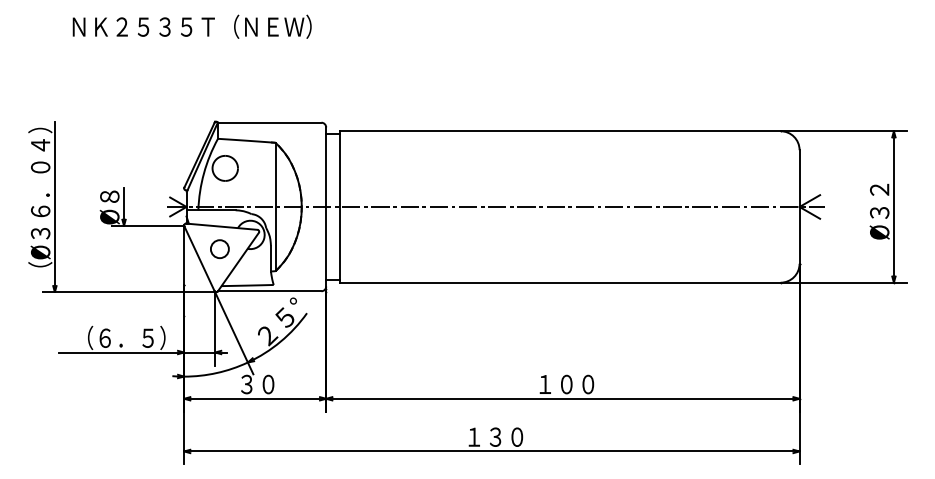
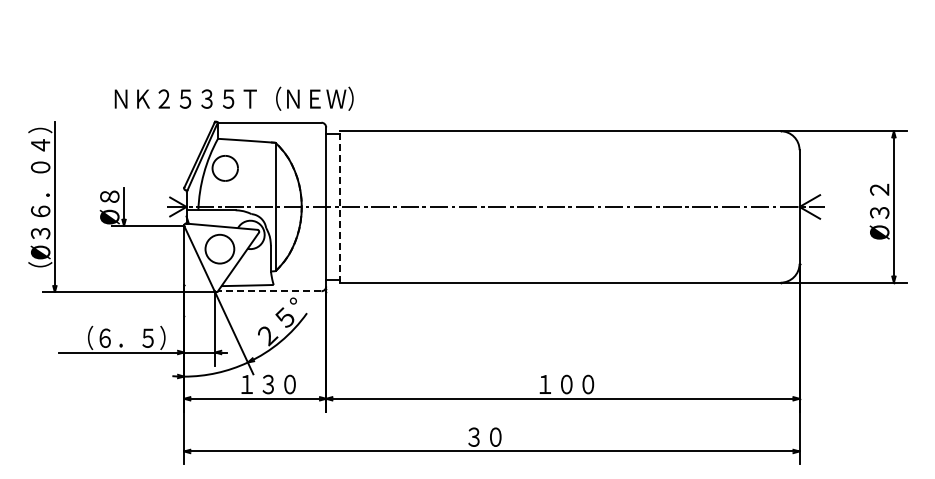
text at (191, 26) position: (191, 26) -> (233, 98)
line at (340, 206): solid -> dashed
circle at (219, 249) diameter: 18 px -> 29 px
line at (269, 291): solid -> dashed
text at (268, 384): ３０ -> １３０
text at (495, 436): １３０ -> ３０
